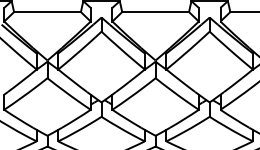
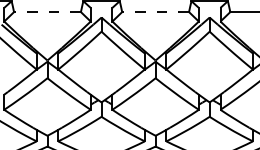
line at (47, 12): solid -> dashed
line at (155, 12): solid -> dashed
